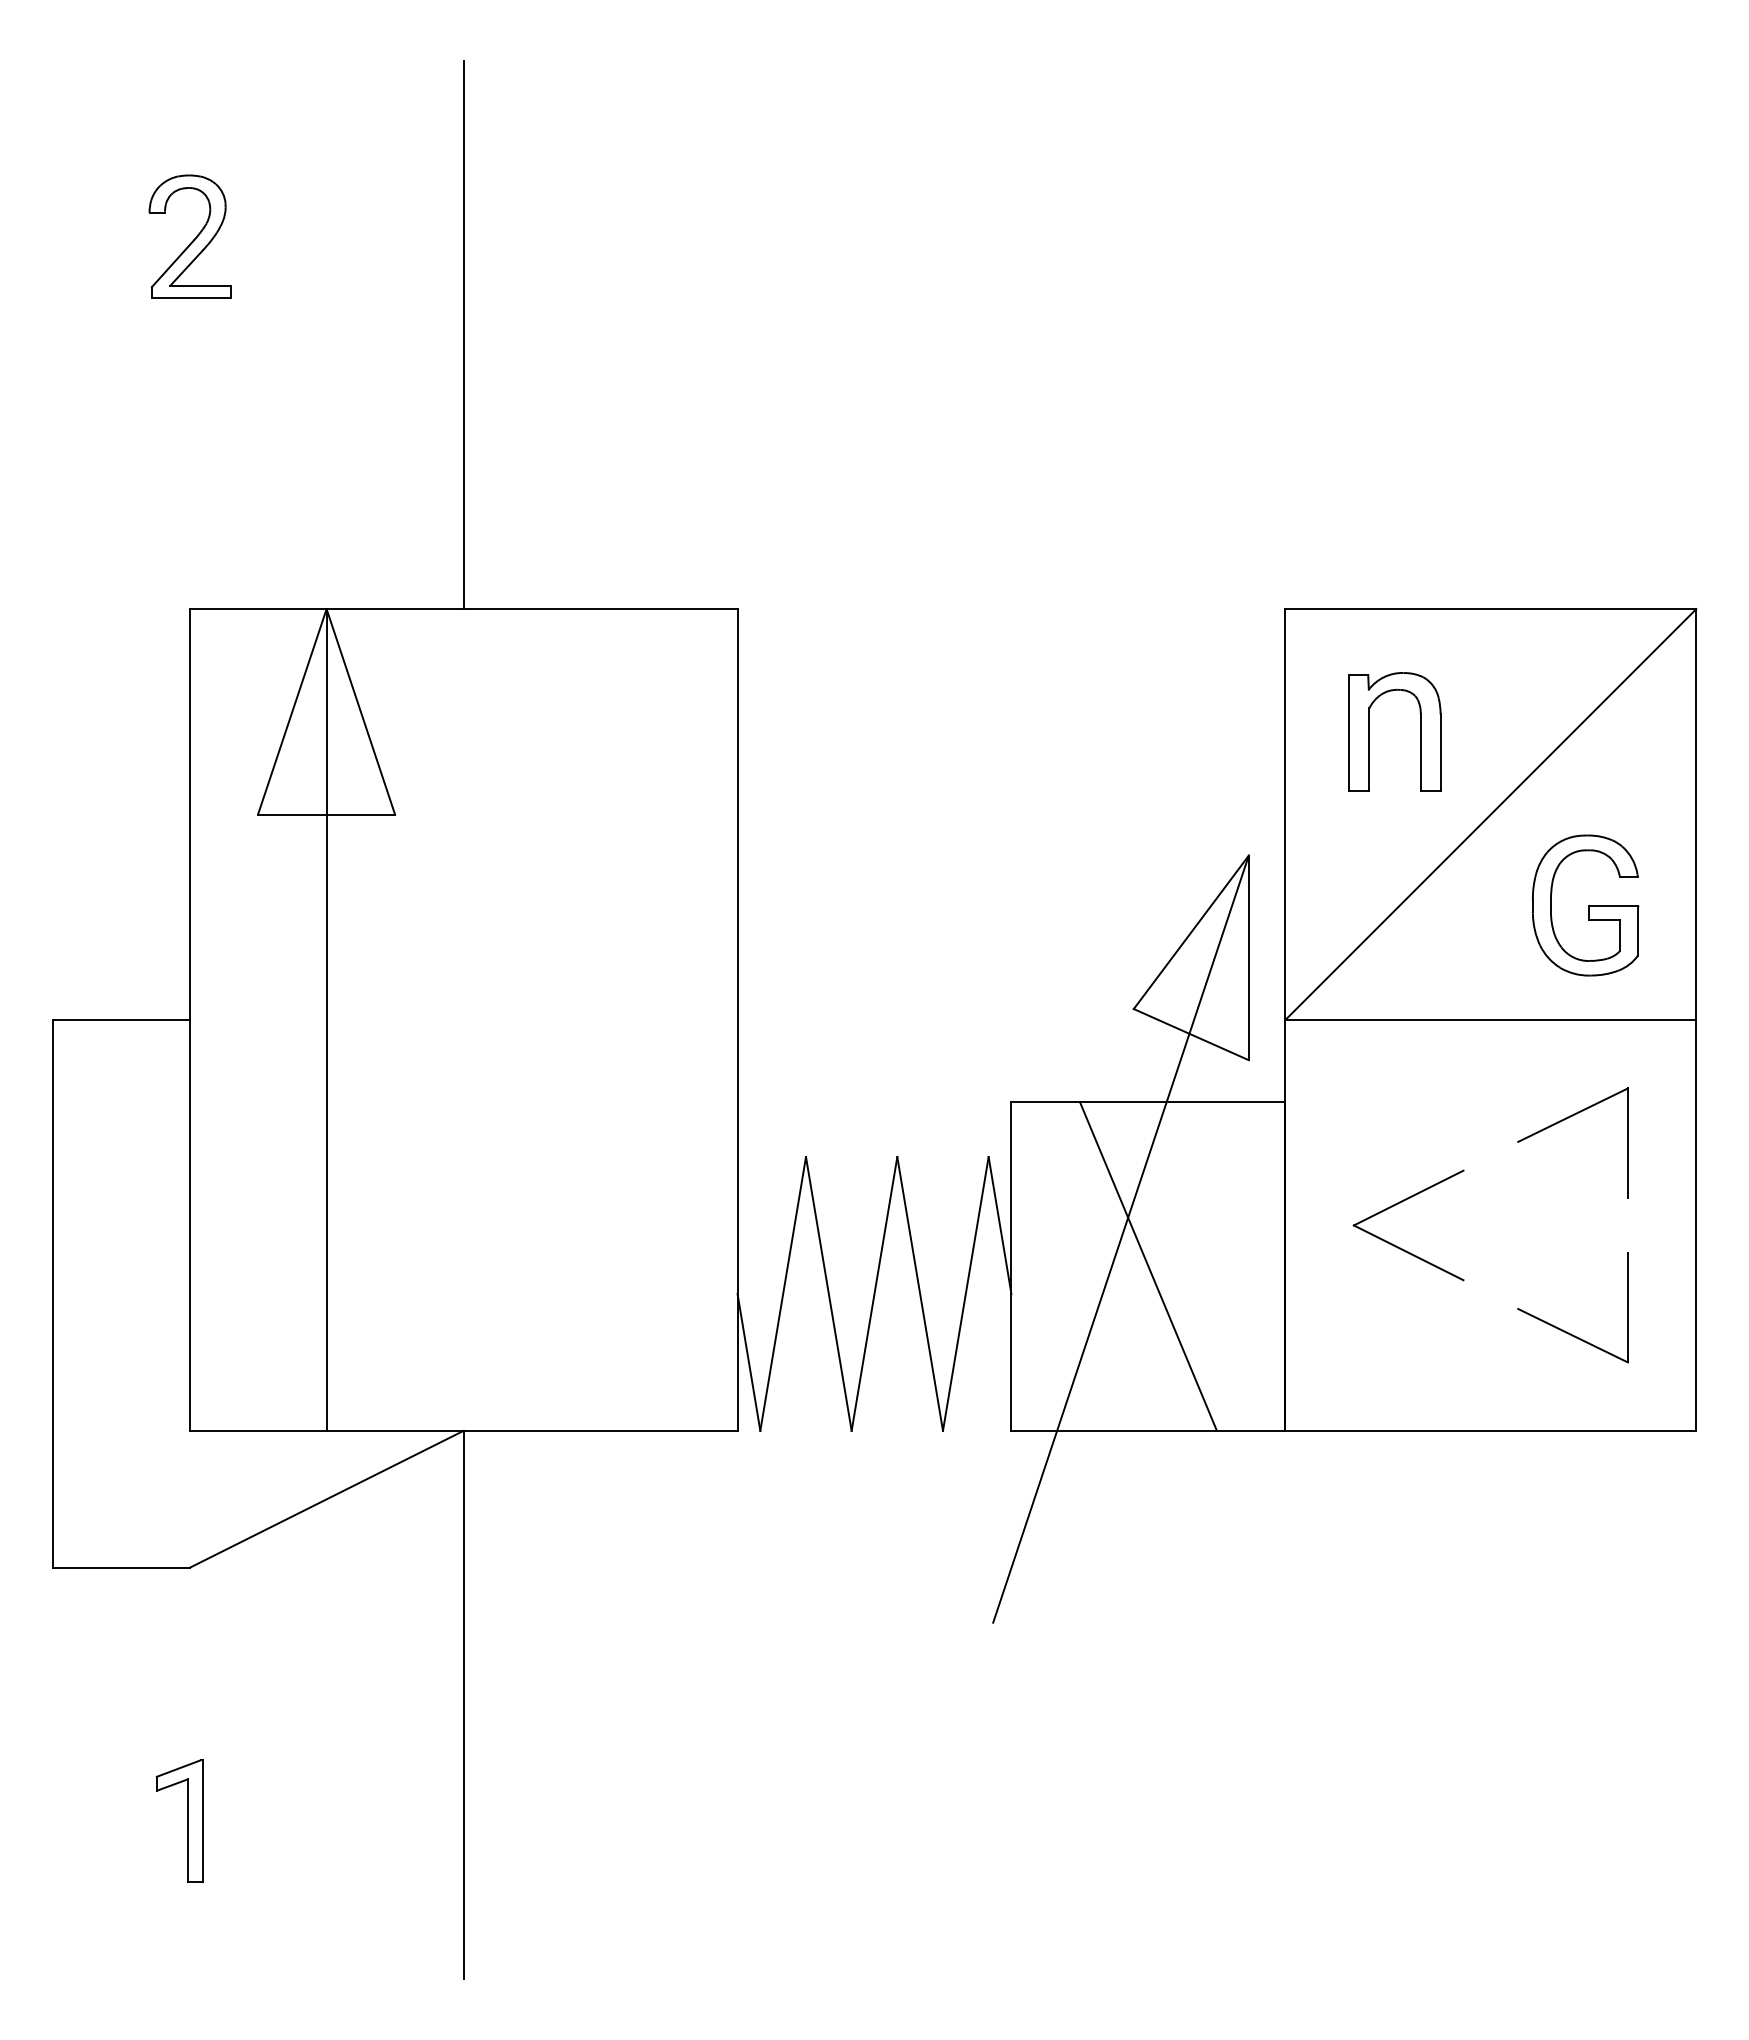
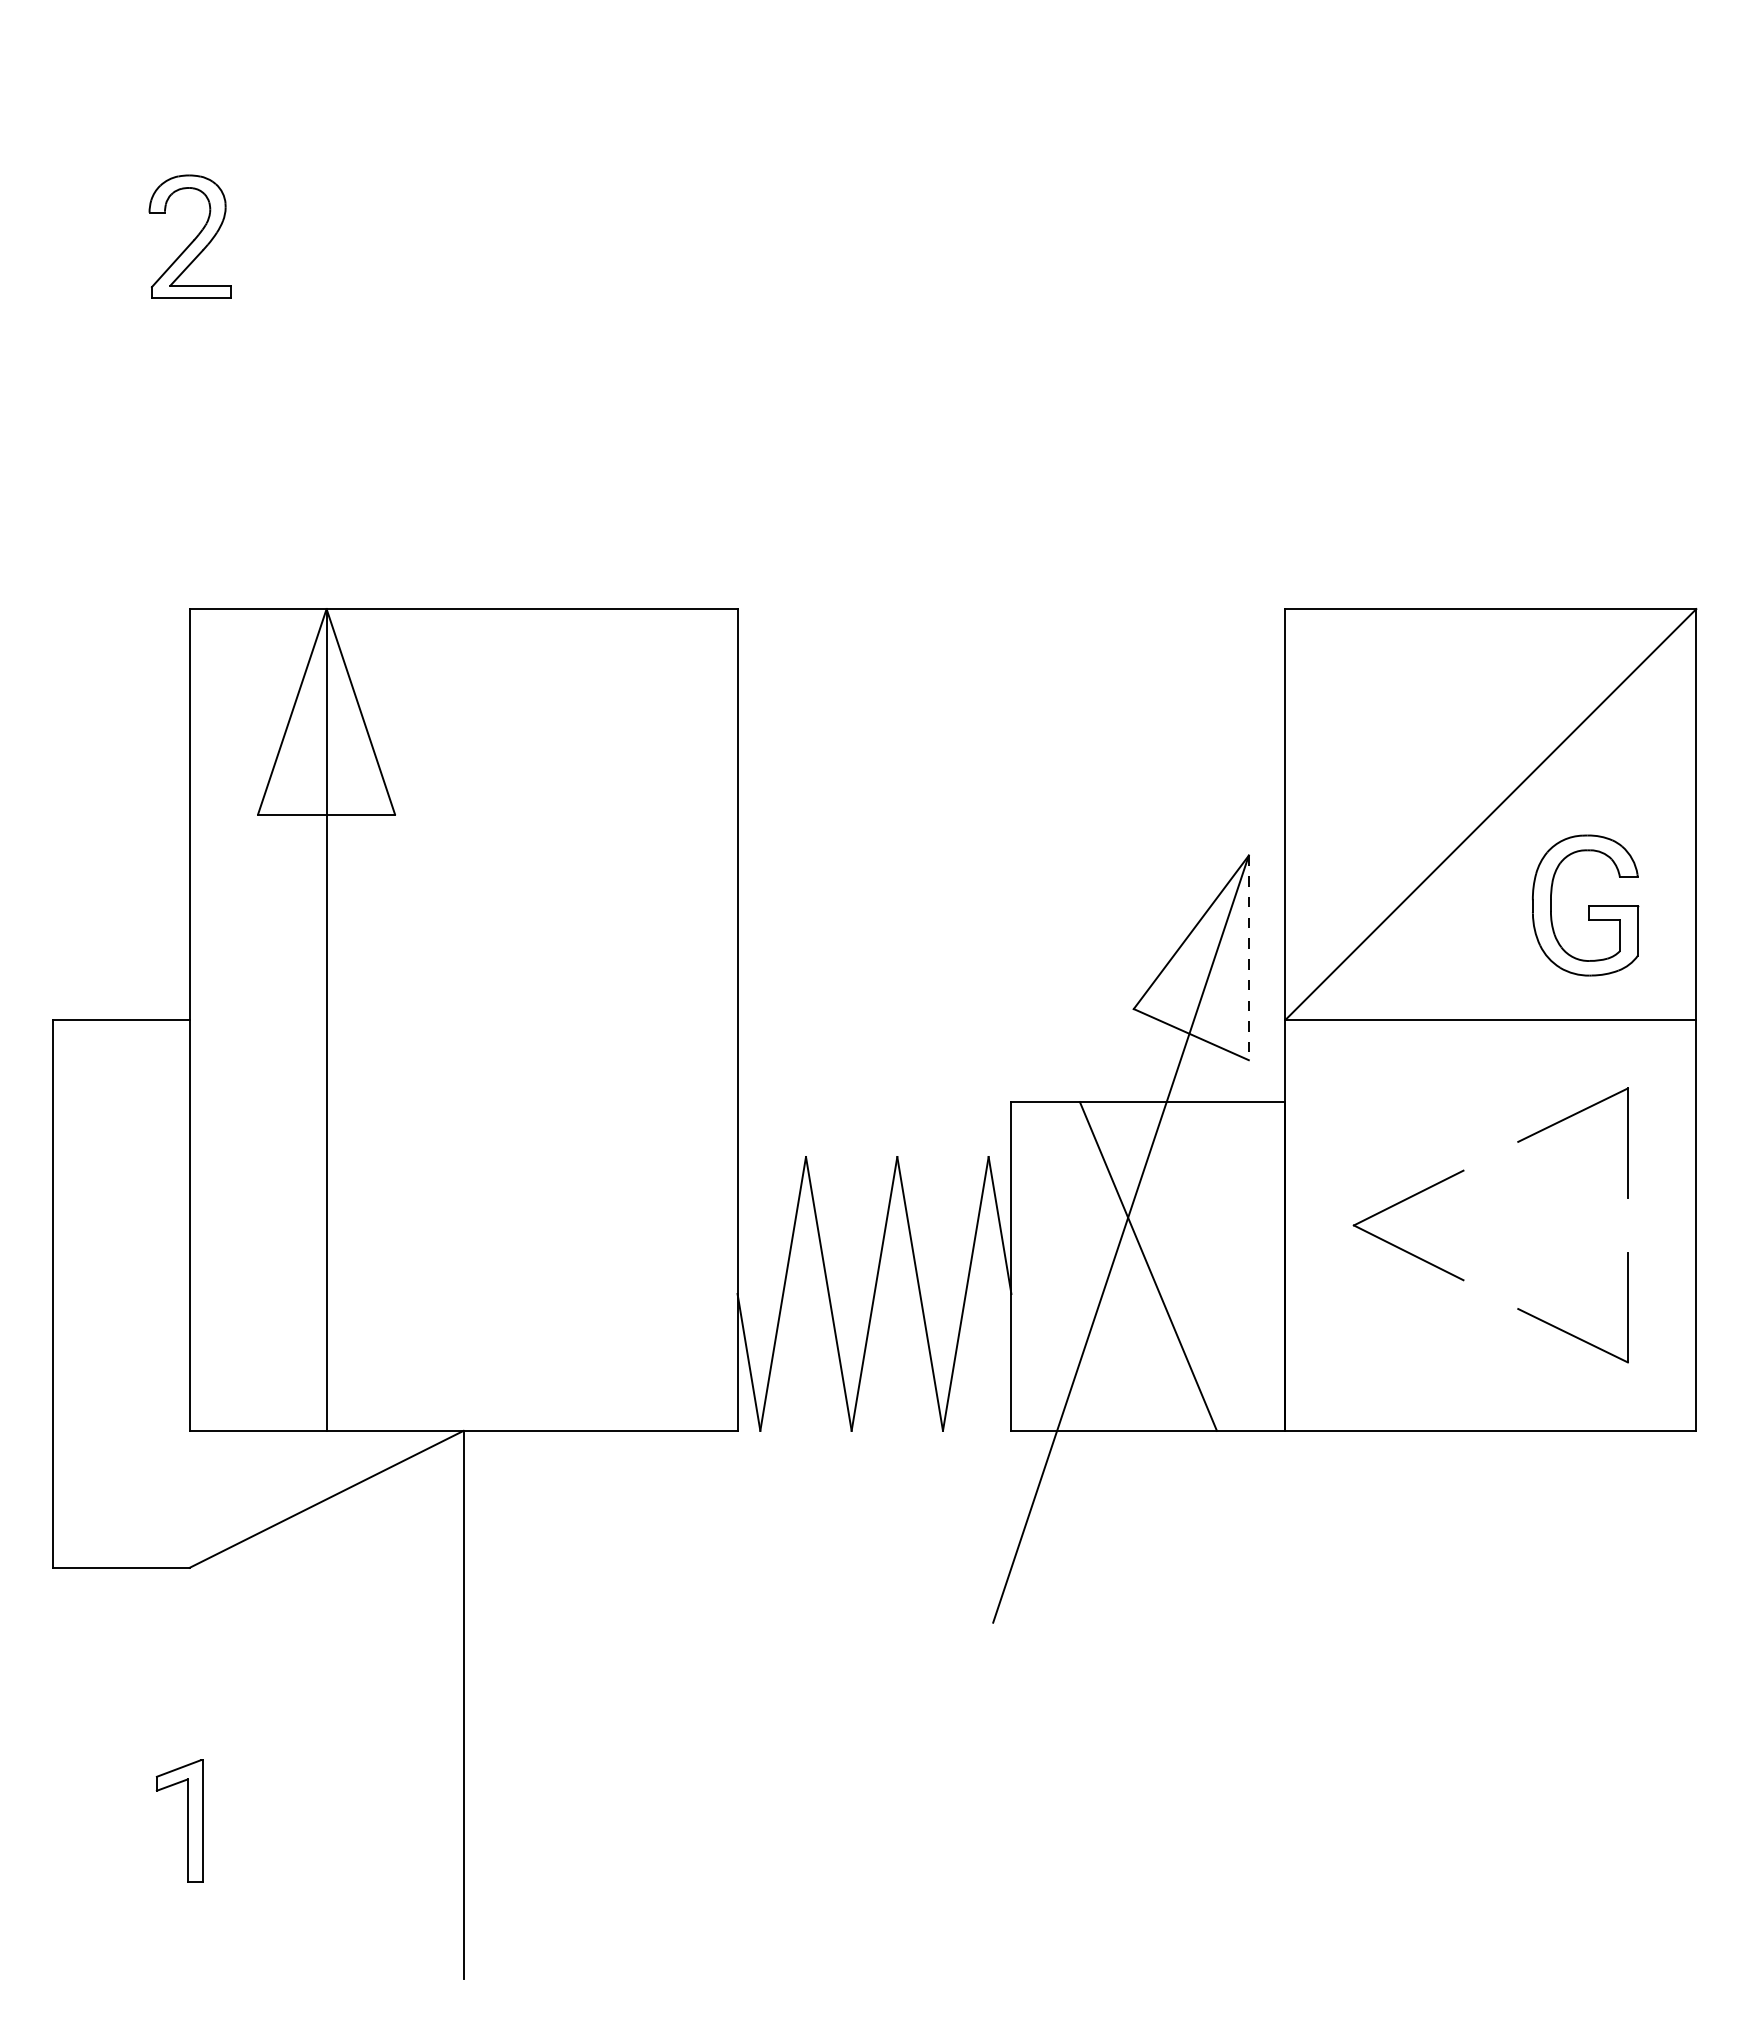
line at (463, 335): present -> none
part at (1369, 731): present -> none
line at (1248, 958): solid -> dashed
